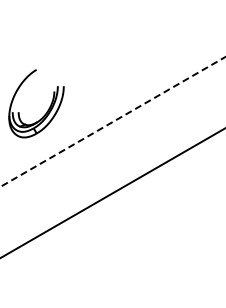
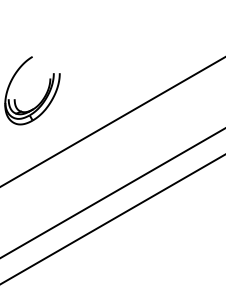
part at (46, 111) position: (46, 111) -> (42, 98)
line at (113, 121): dashed -> solid
line at (112, 219): none -> present
